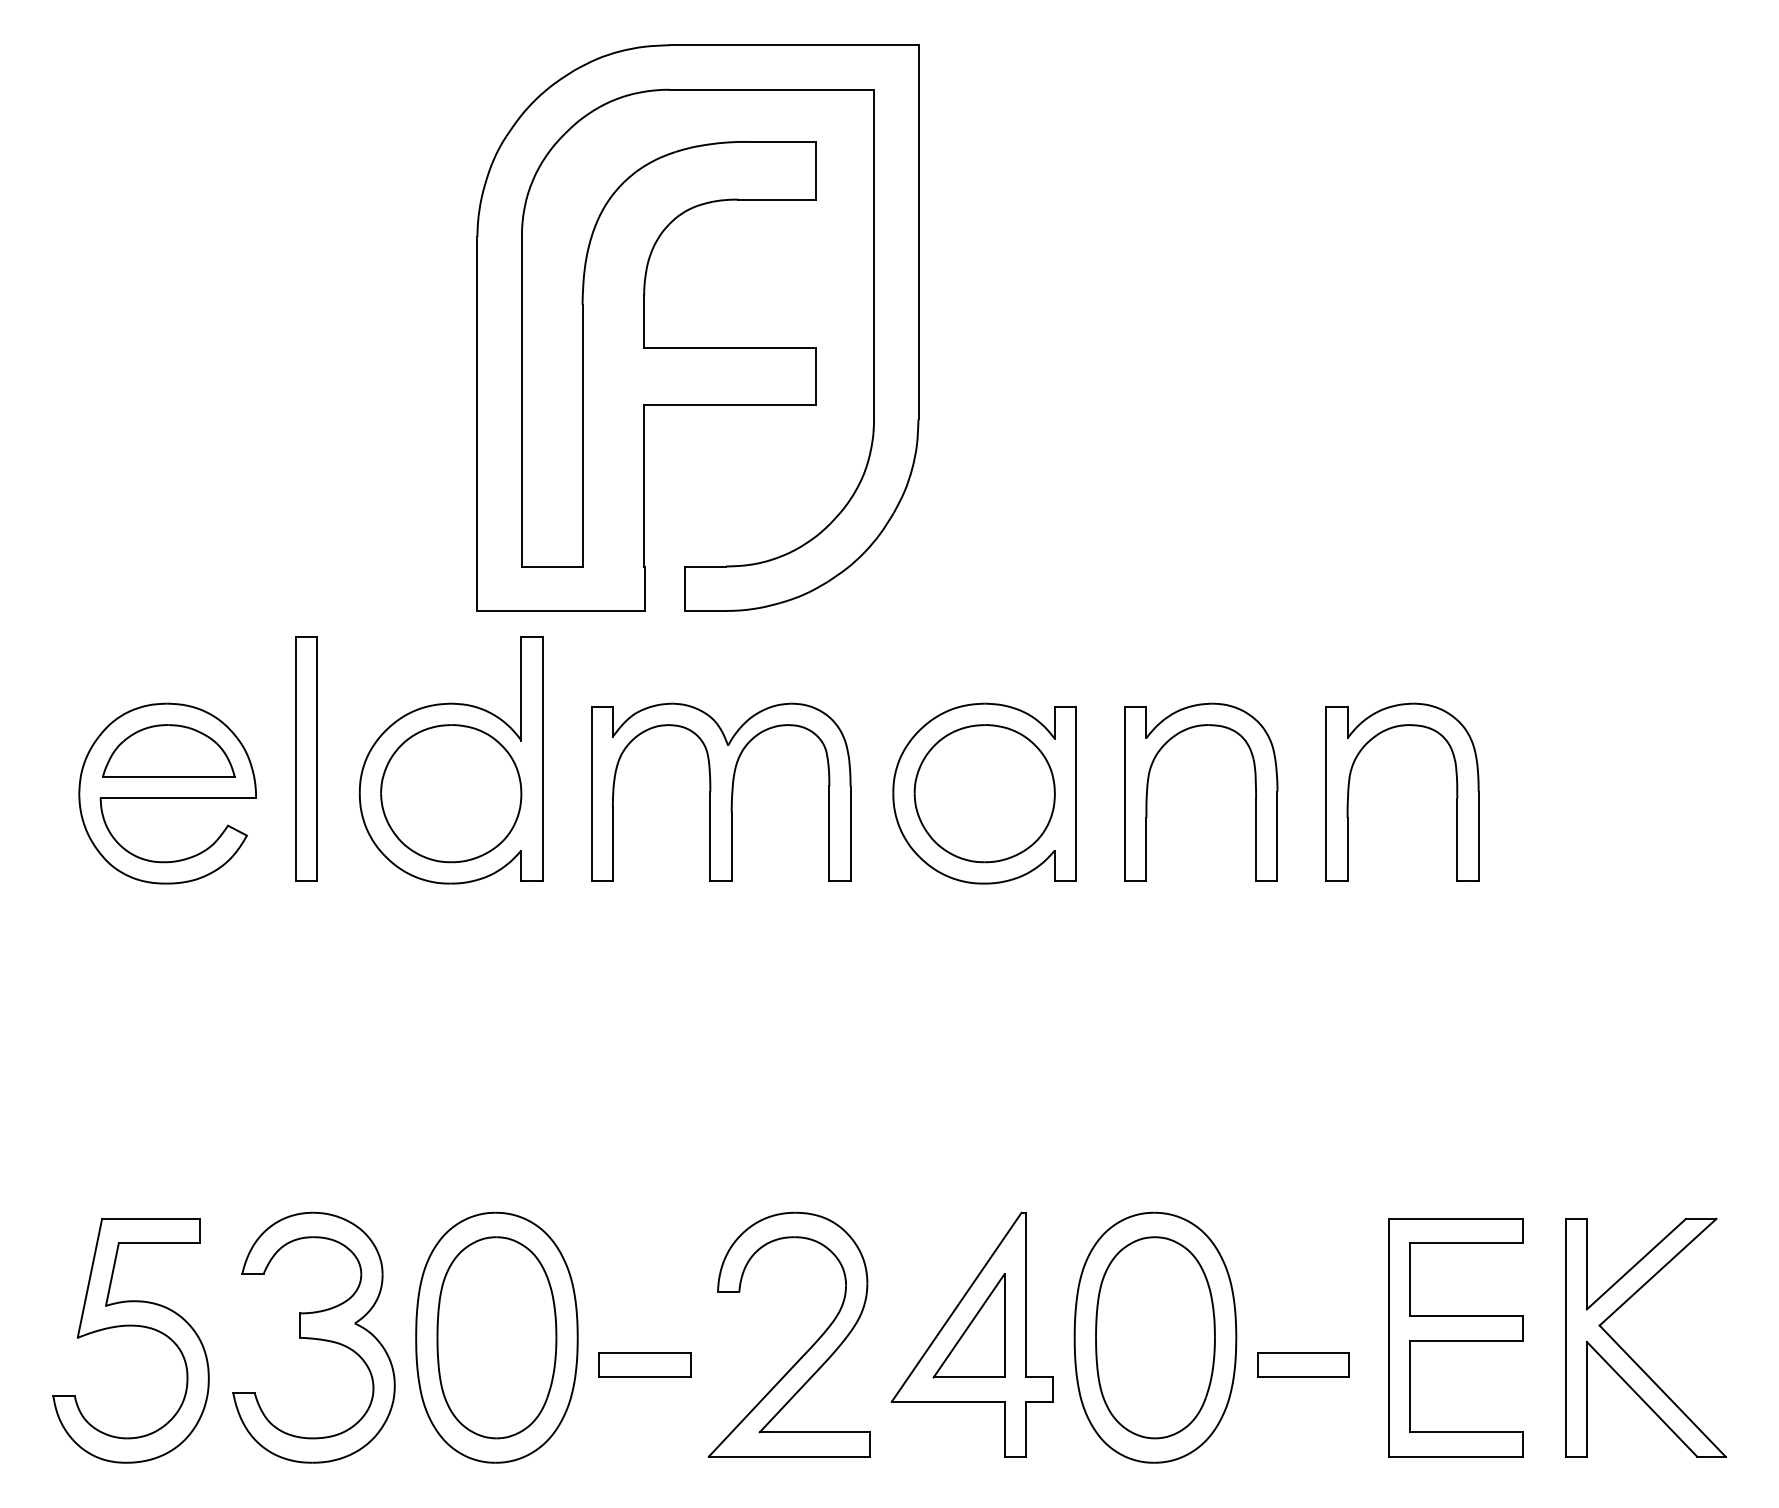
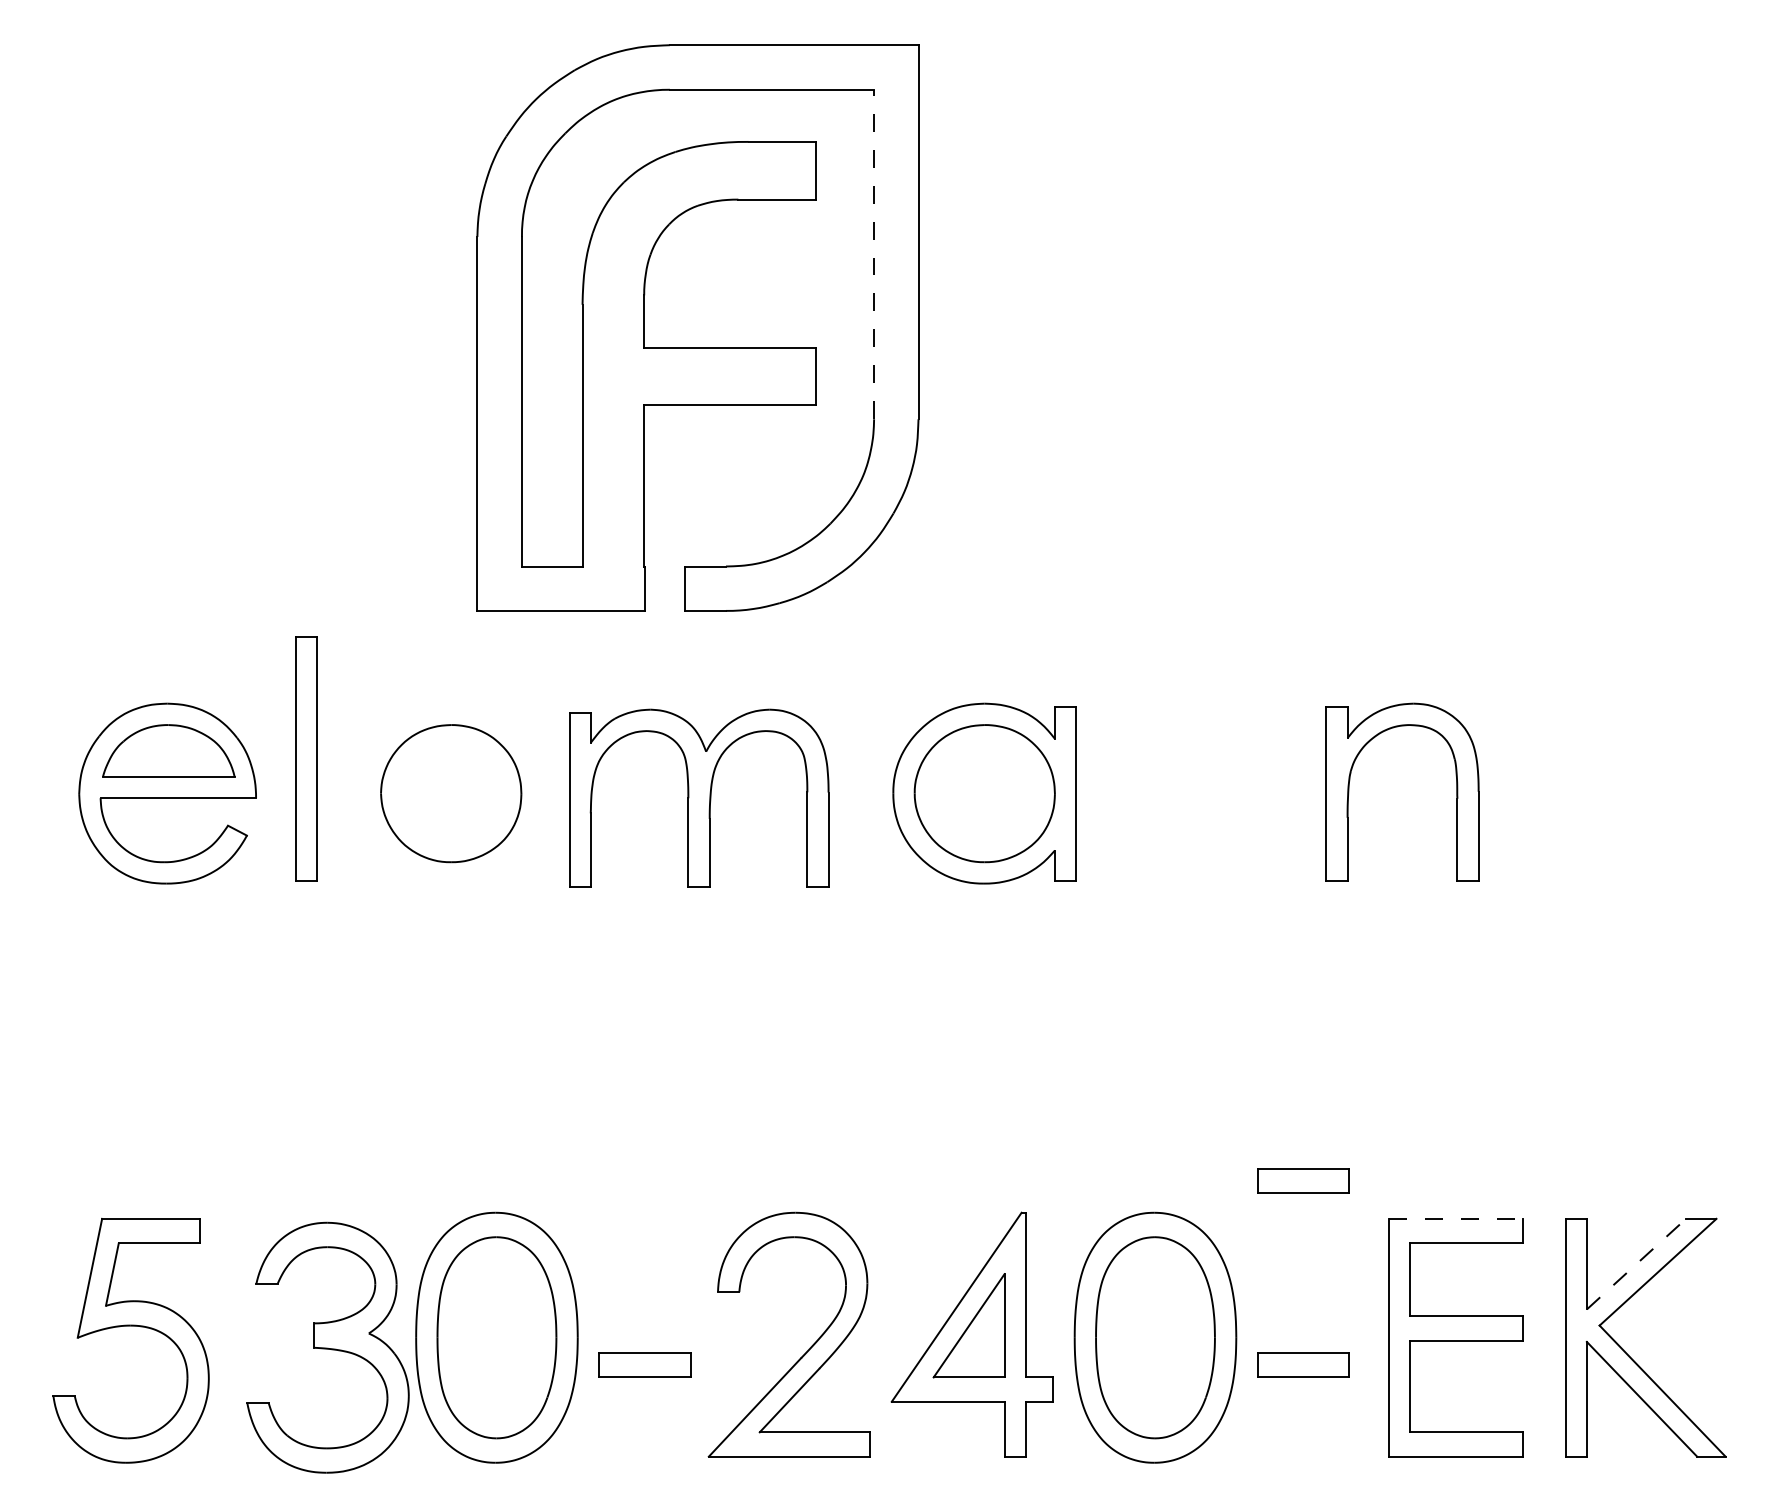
line at (874, 254): solid -> dashed
part at (450, 760): present -> none
part at (1148, 789): present -> none
part at (721, 791) position: (721, 791) -> (699, 797)
part at (1303, 1180): none -> present
line at (1456, 1218): solid -> dashed
line at (1636, 1263): solid -> dashed
part at (313, 1337) position: (313, 1337) -> (327, 1347)
